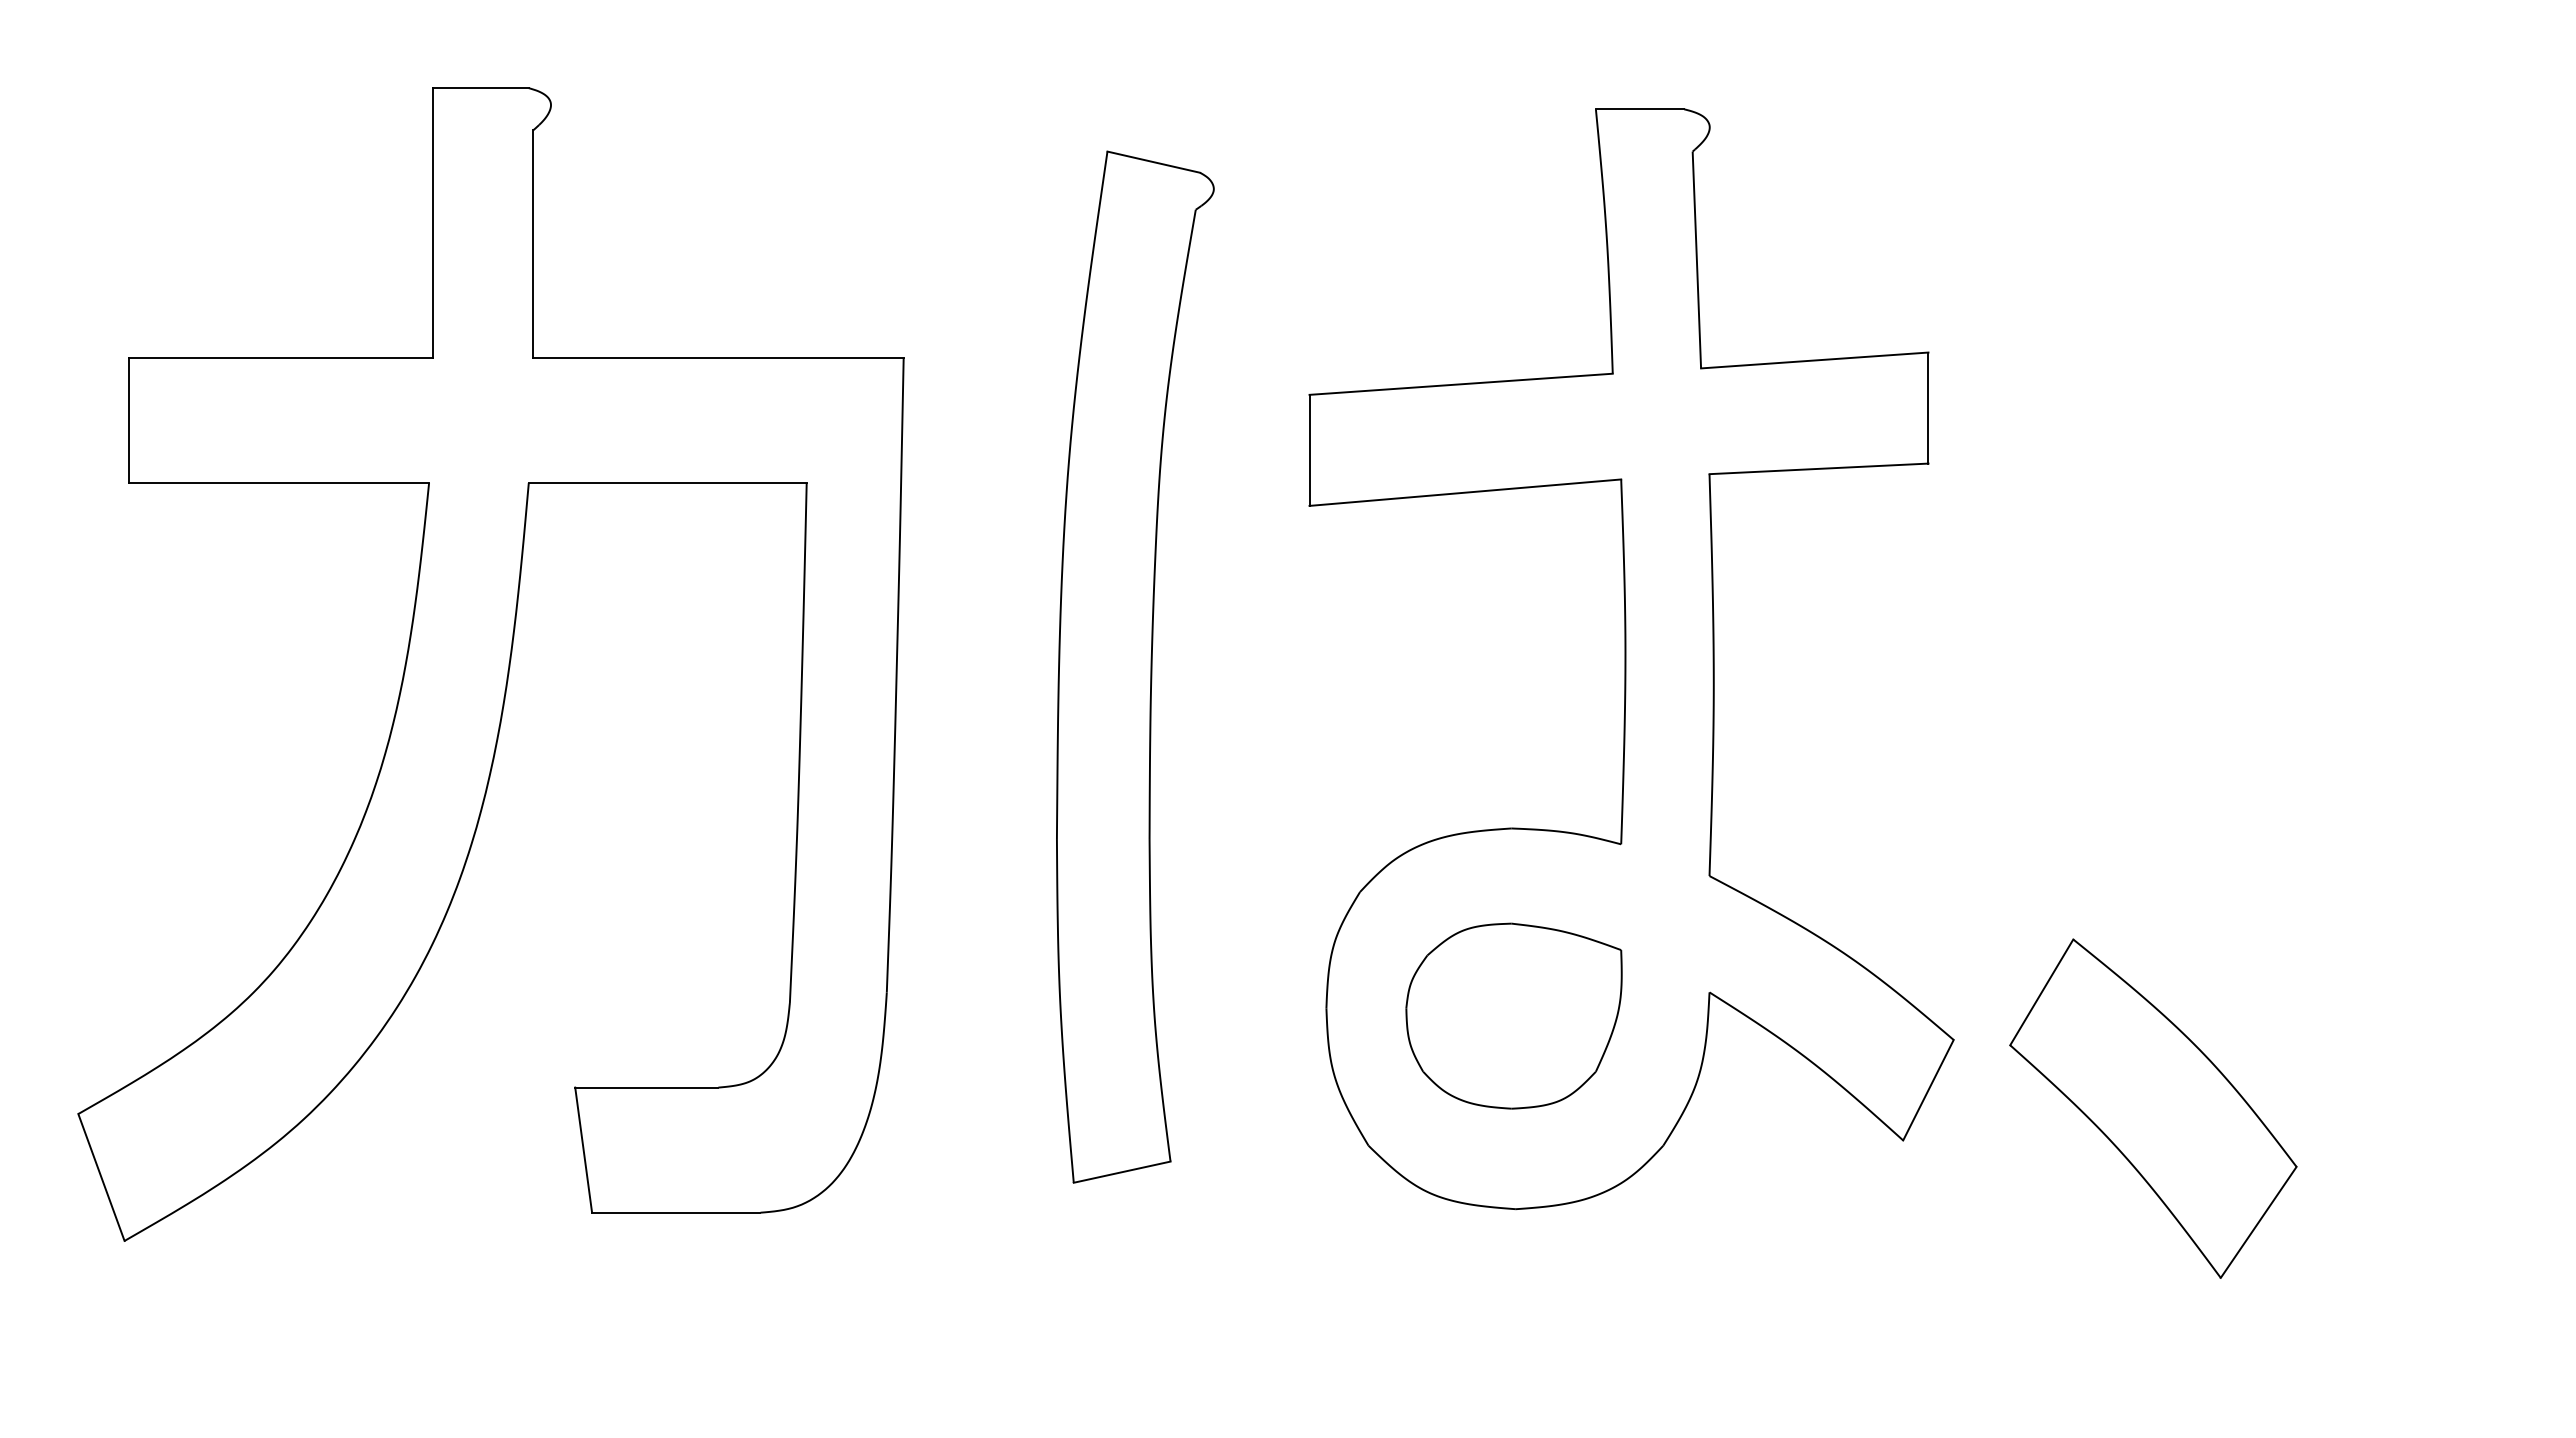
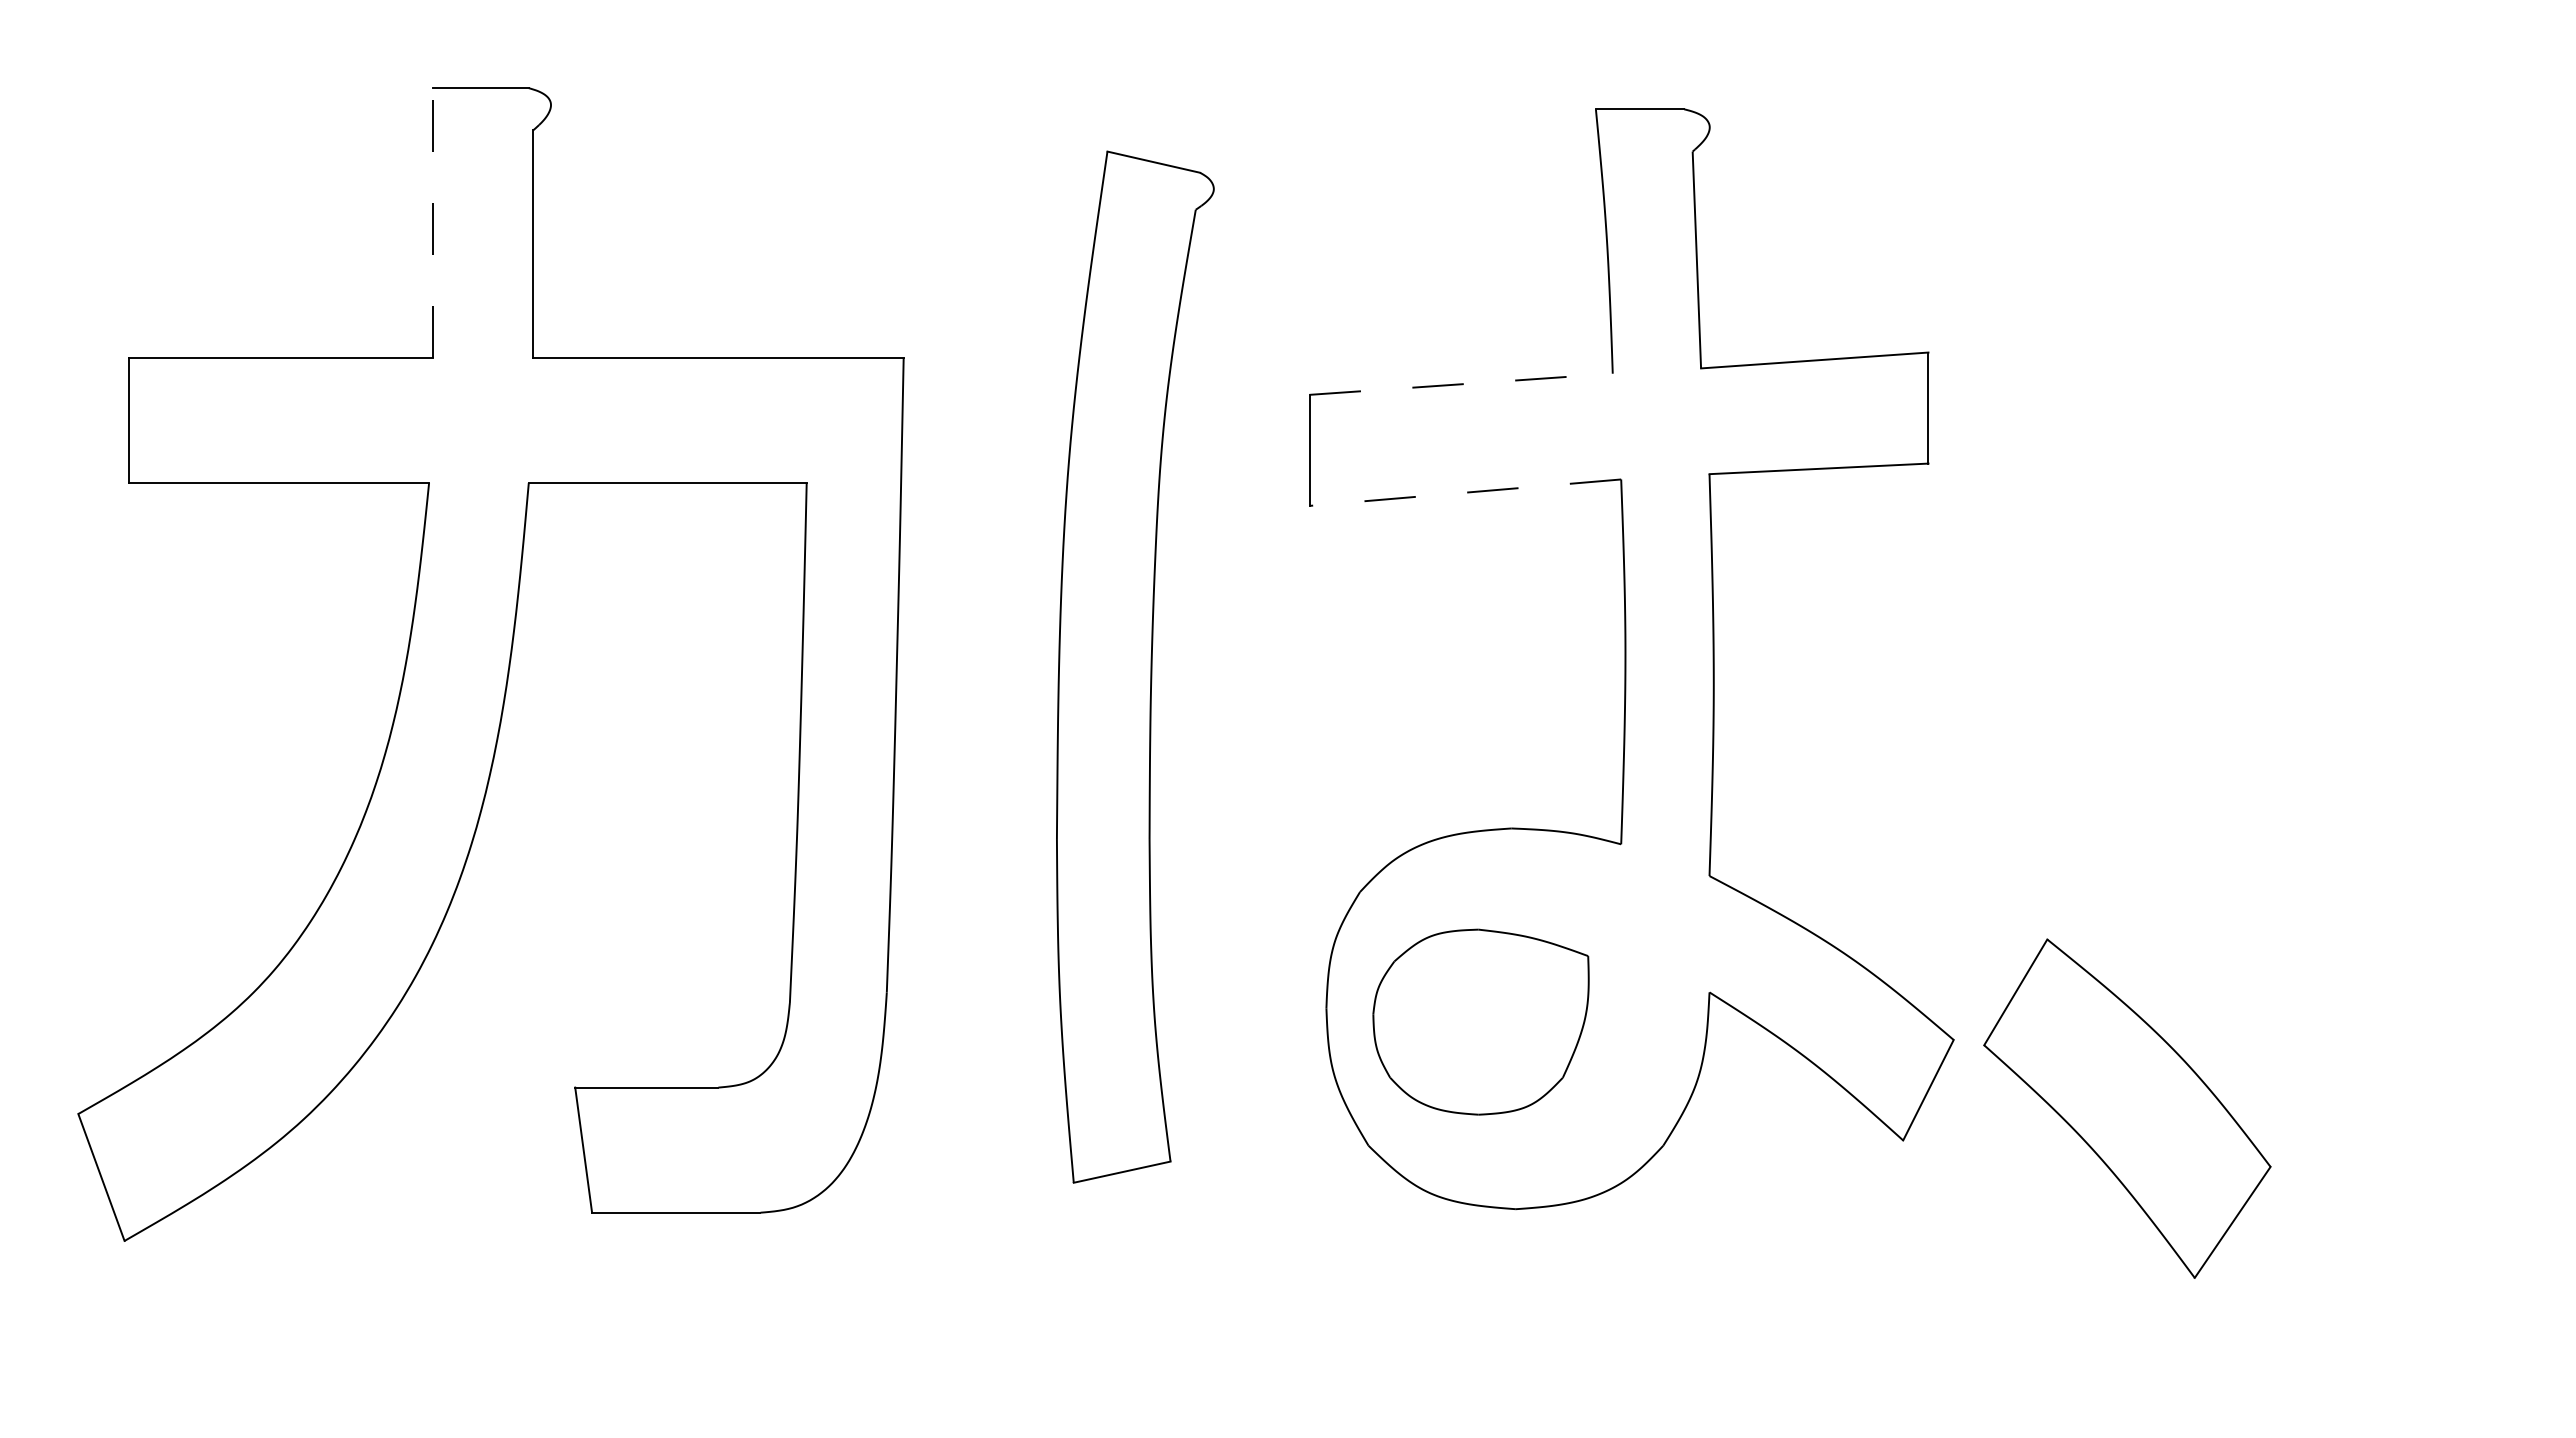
line at (433, 223): solid -> dashed
line at (1461, 384): solid -> dashed
line at (1464, 492): solid -> dashed
part at (1513, 1015) position: (1513, 1015) -> (1480, 1021)
part at (2153, 1108) position: (2153, 1108) -> (2127, 1108)
